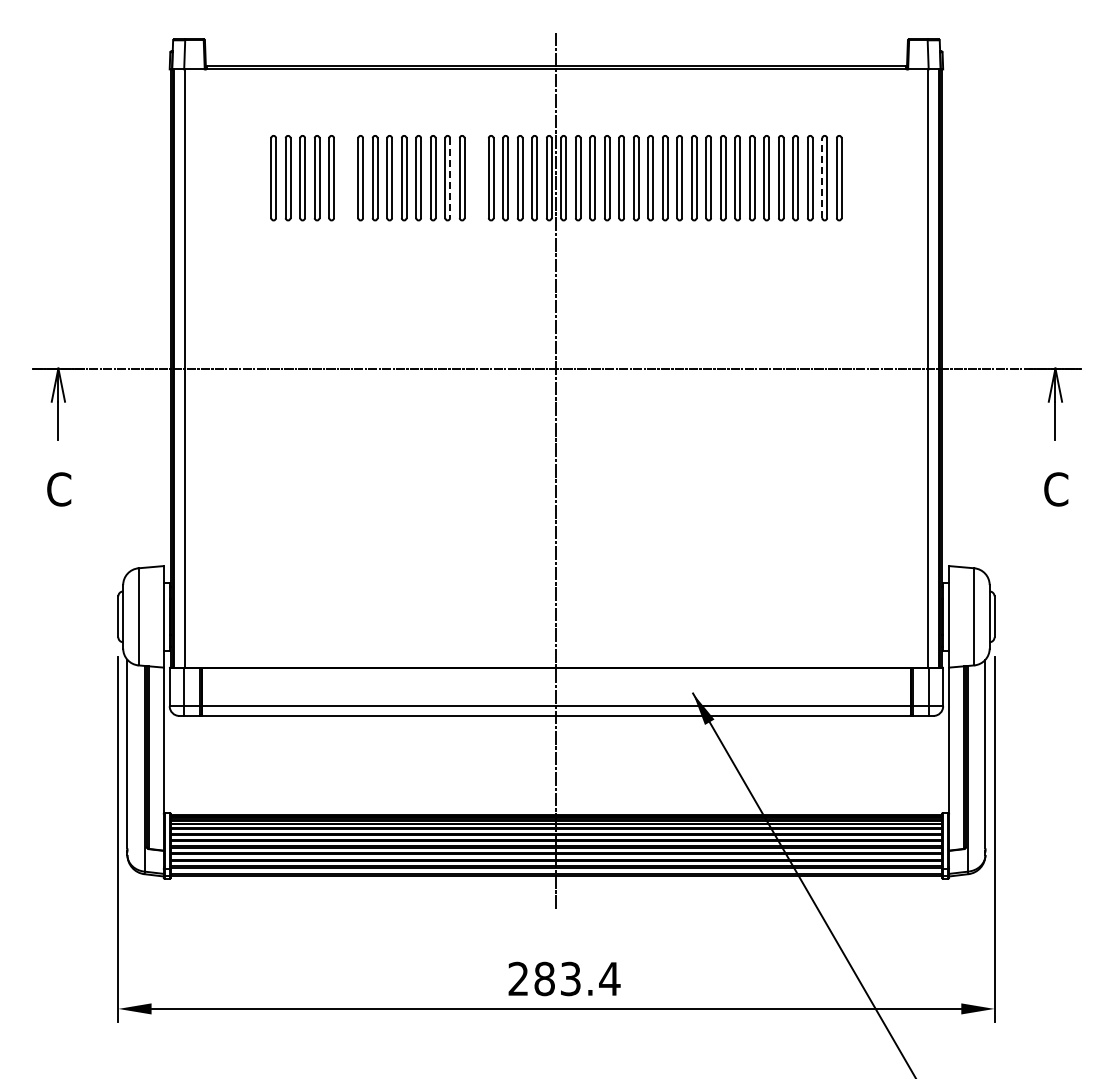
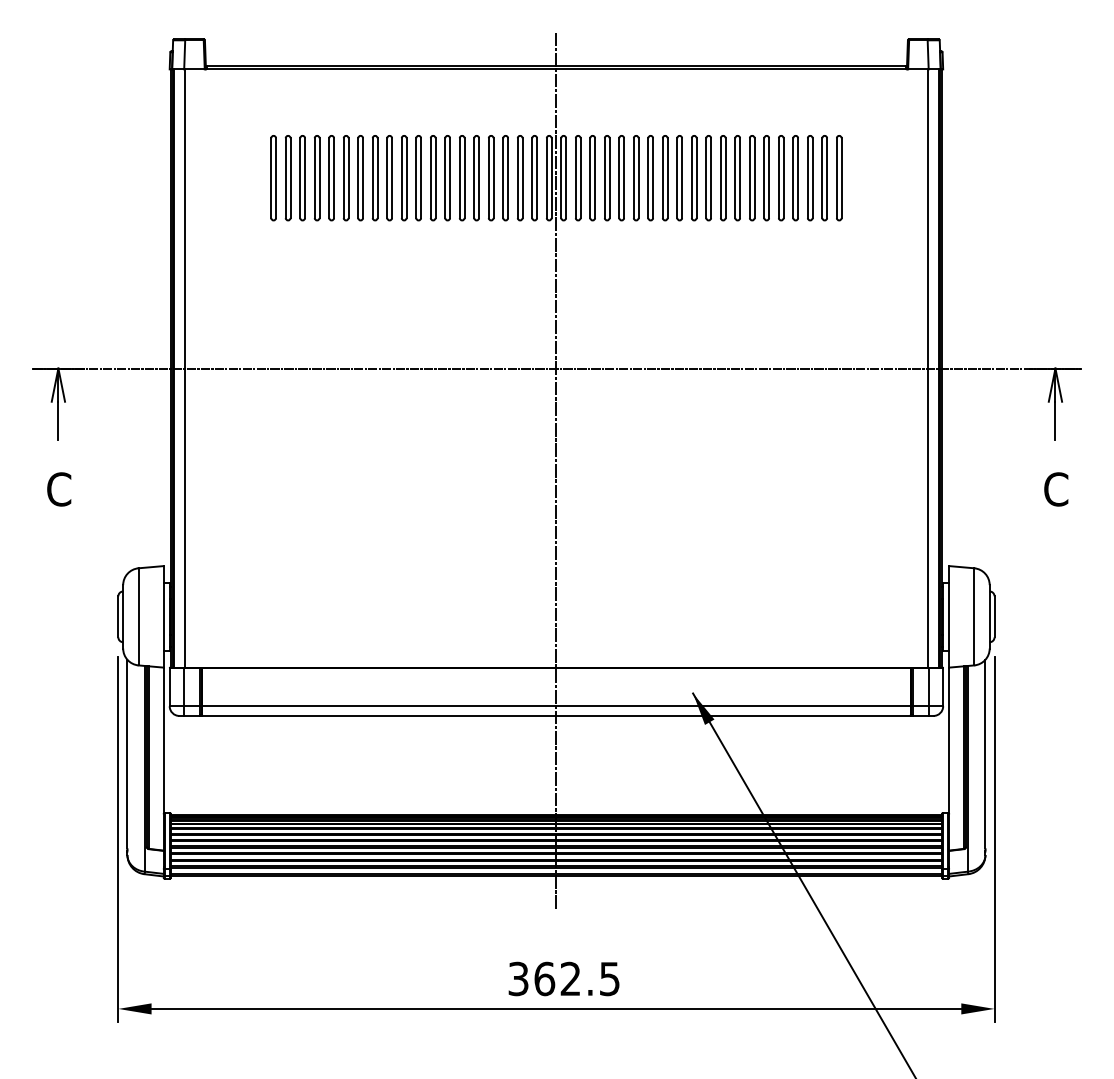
part at (345, 178): none -> present
line at (450, 178): dashed -> solid
part at (476, 178): none -> present
line at (822, 178): dashed -> solid
text at (564, 978): 283.4 -> 362.5
